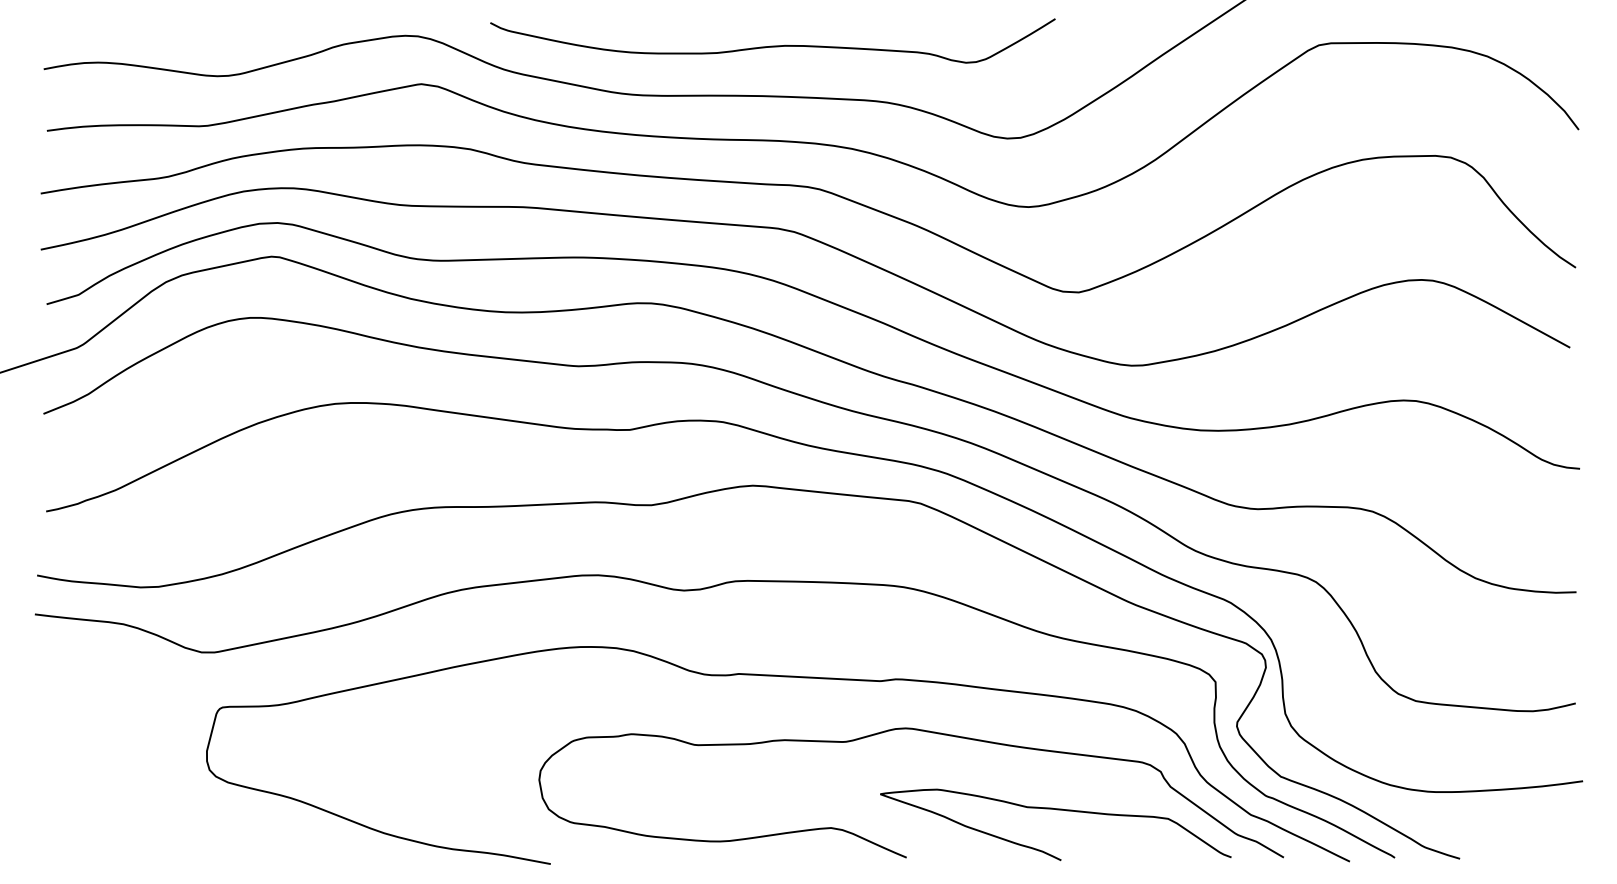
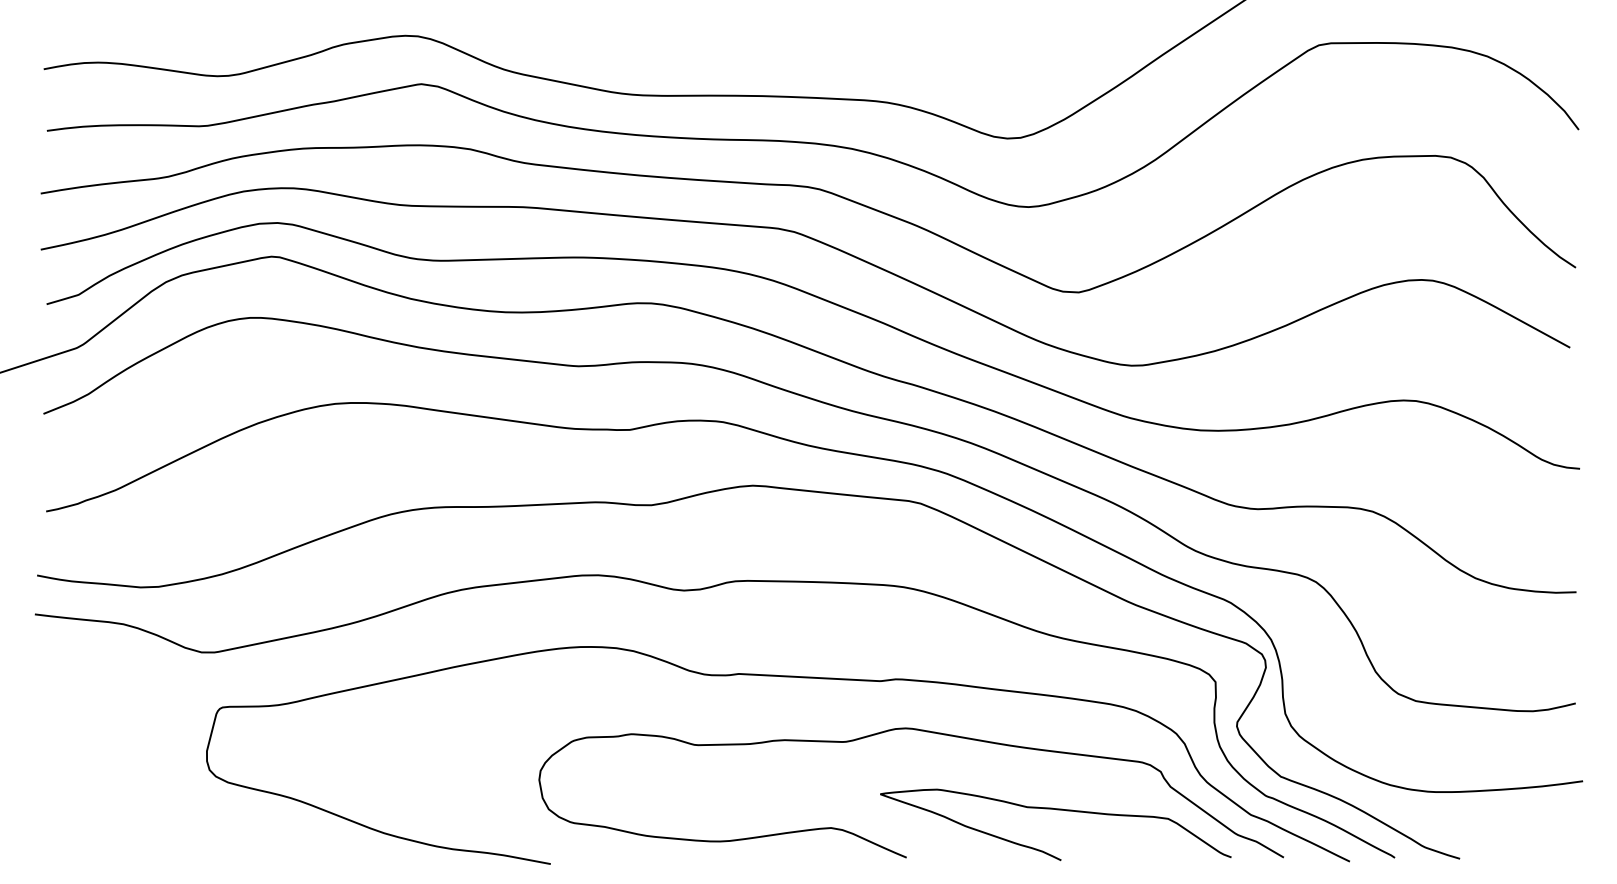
curve at (772, 45): present -> none
